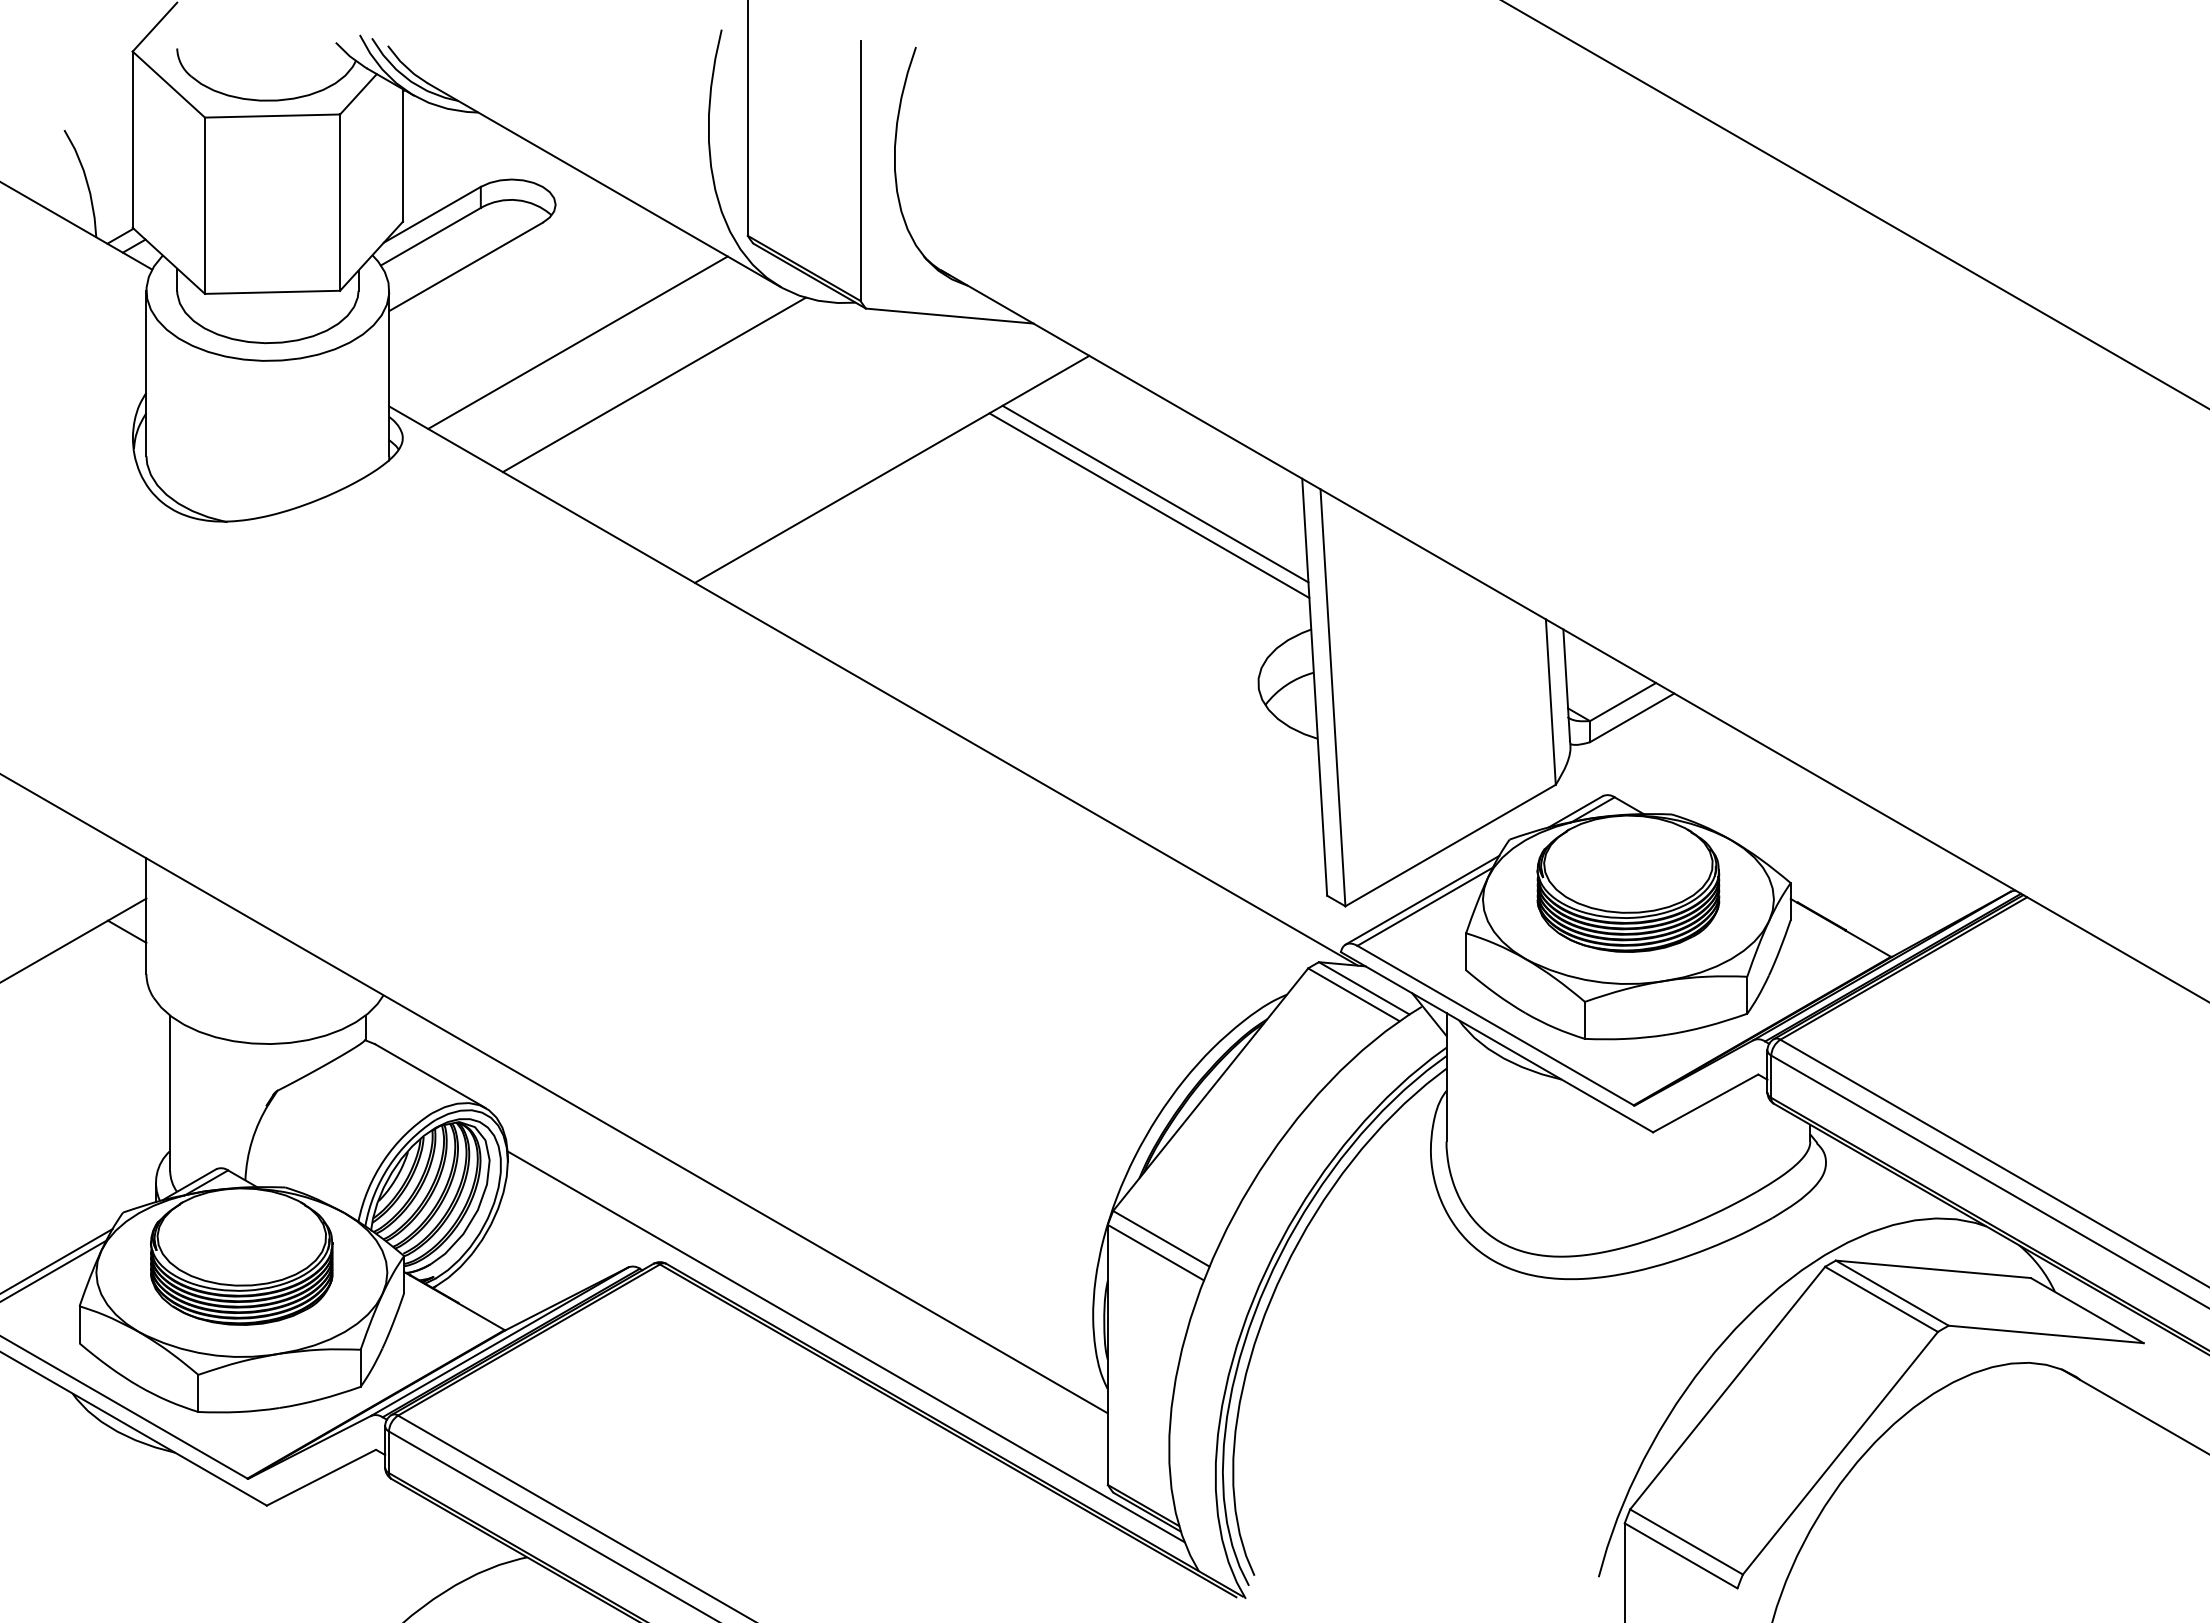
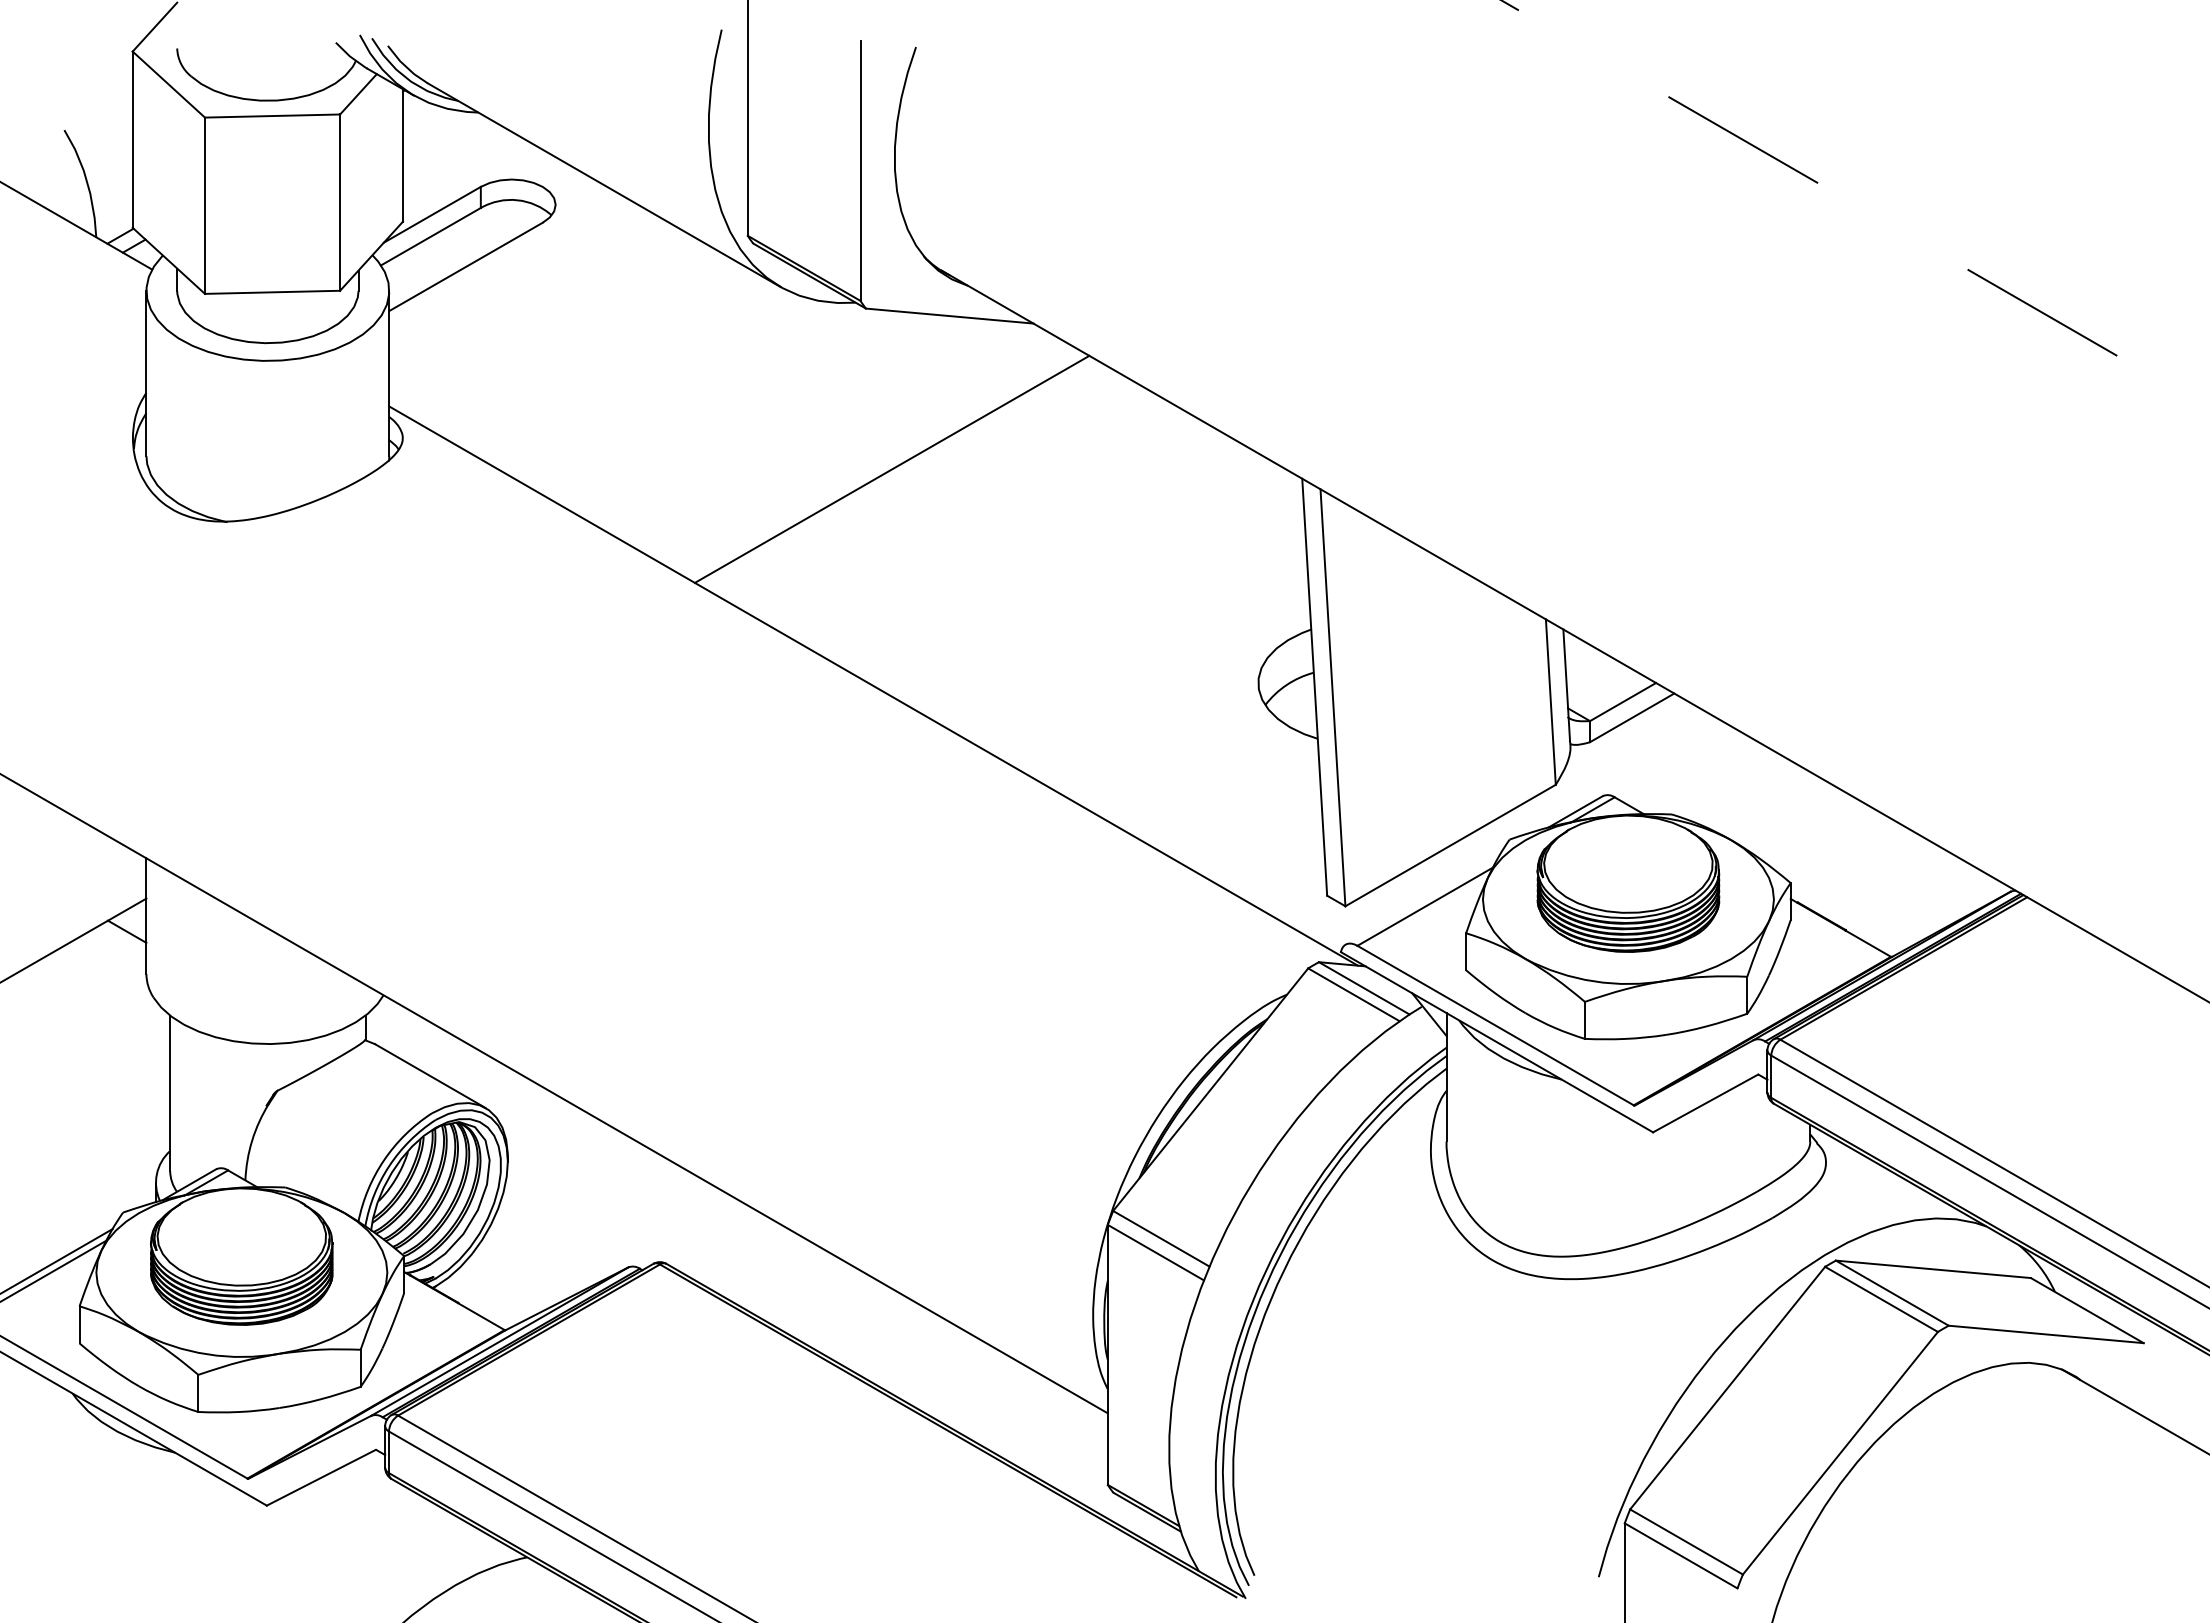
line at (1855, 204): solid -> dashed
line at (577, 342): present -> none
line at (653, 384): present -> none
line at (1155, 493): present -> none
line at (1149, 505): present -> none
line at (1422, 899): present -> none
line at (845, 1346): present -> none
